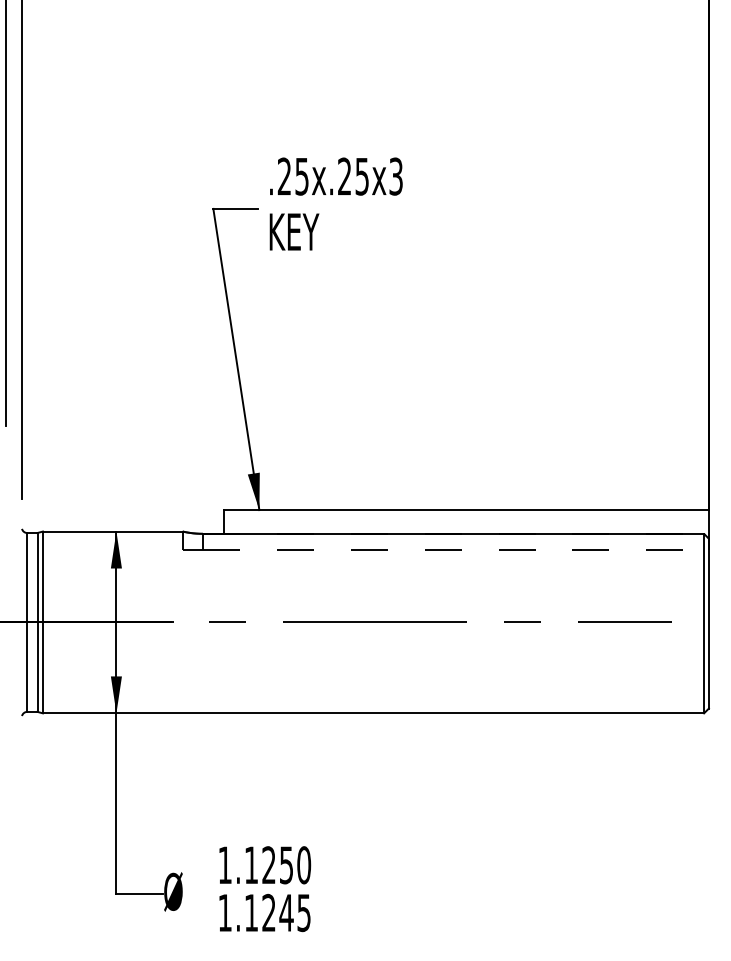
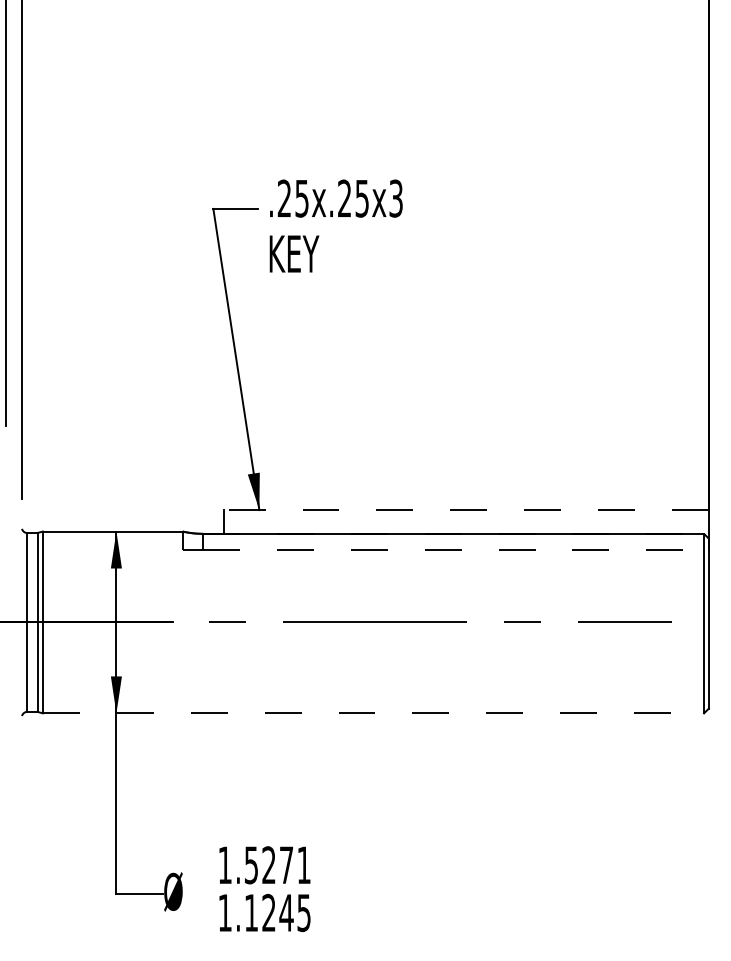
text at (335, 203) position: (335, 203) -> (335, 225)
line at (465, 510): solid -> dashed
line at (373, 713): solid -> dashed
text at (278, 865): 1.1250 -> 1.5271
